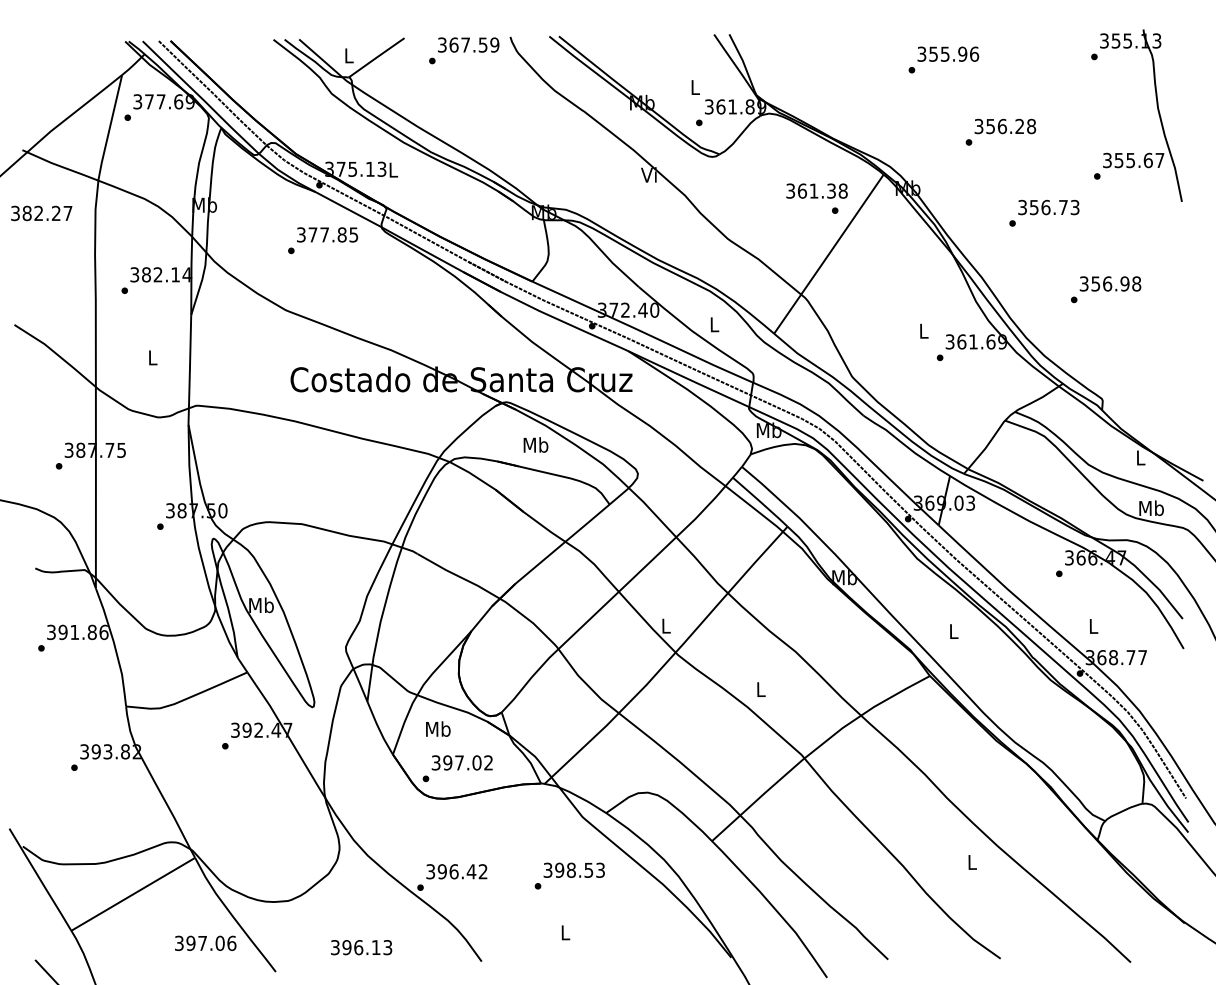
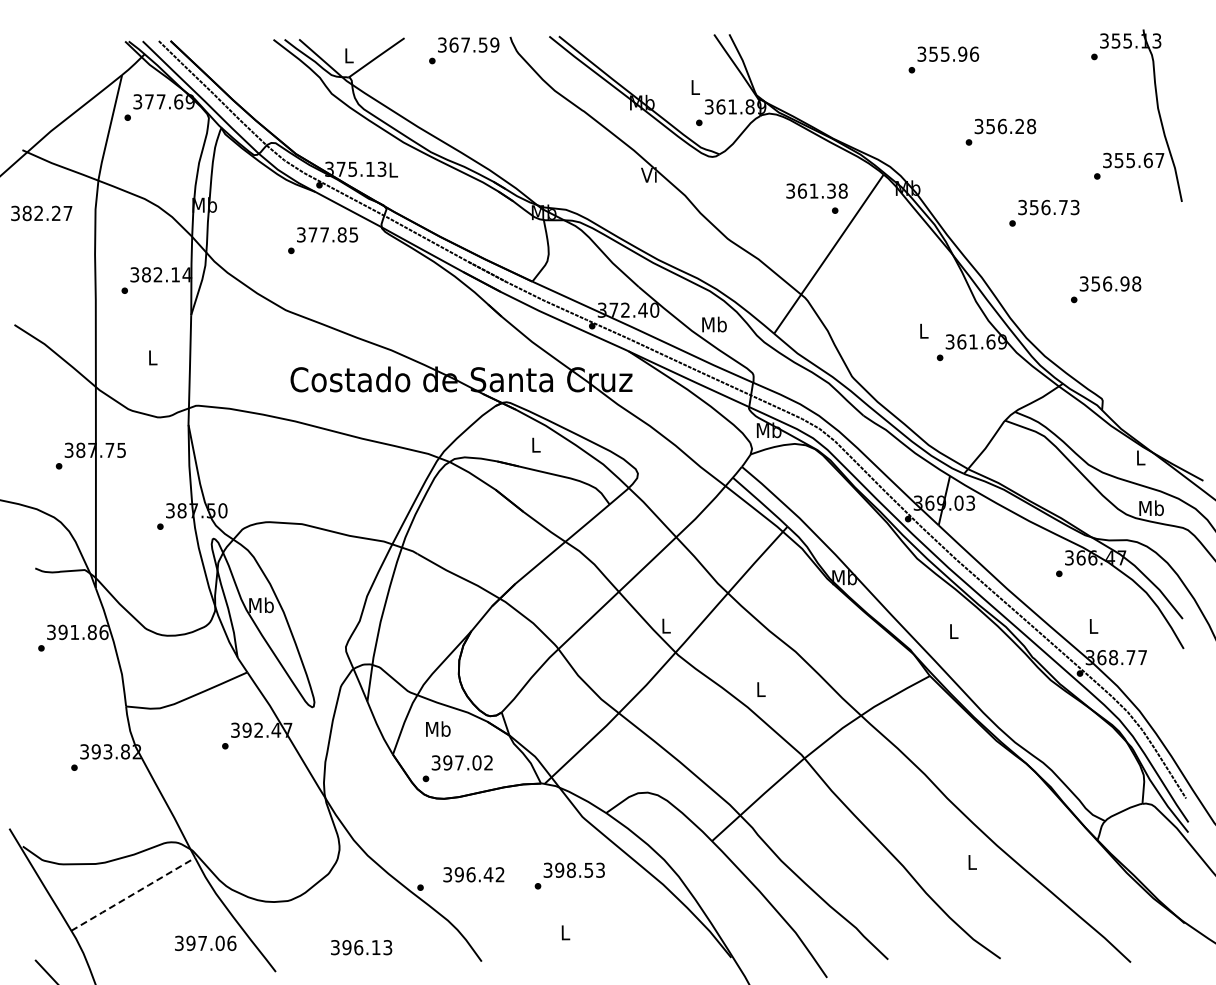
text at (714, 324): L -> Mb
text at (535, 444): Mb -> L
text at (456, 871) position: (456, 871) -> (473, 874)
line at (133, 894): solid -> dashed
